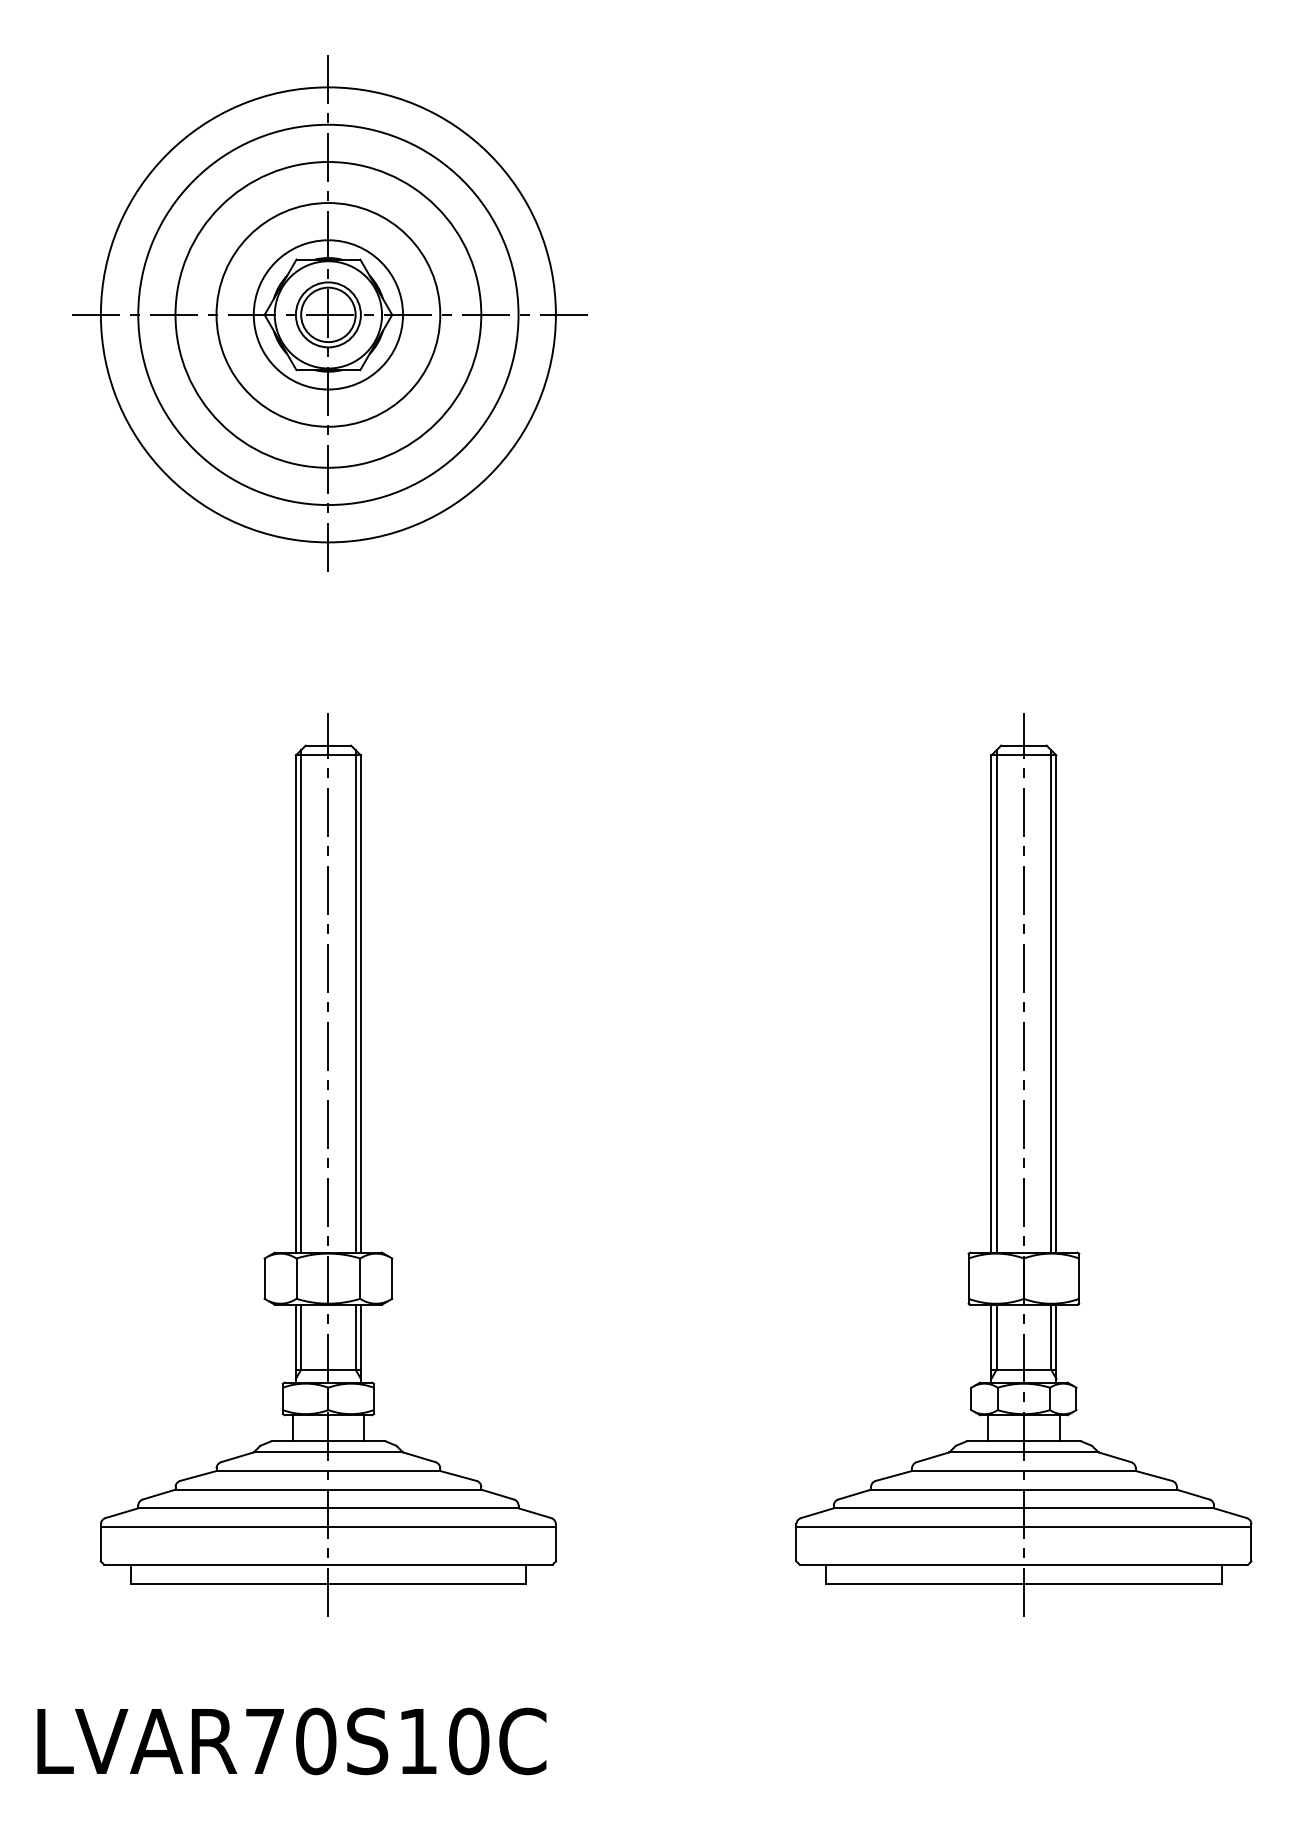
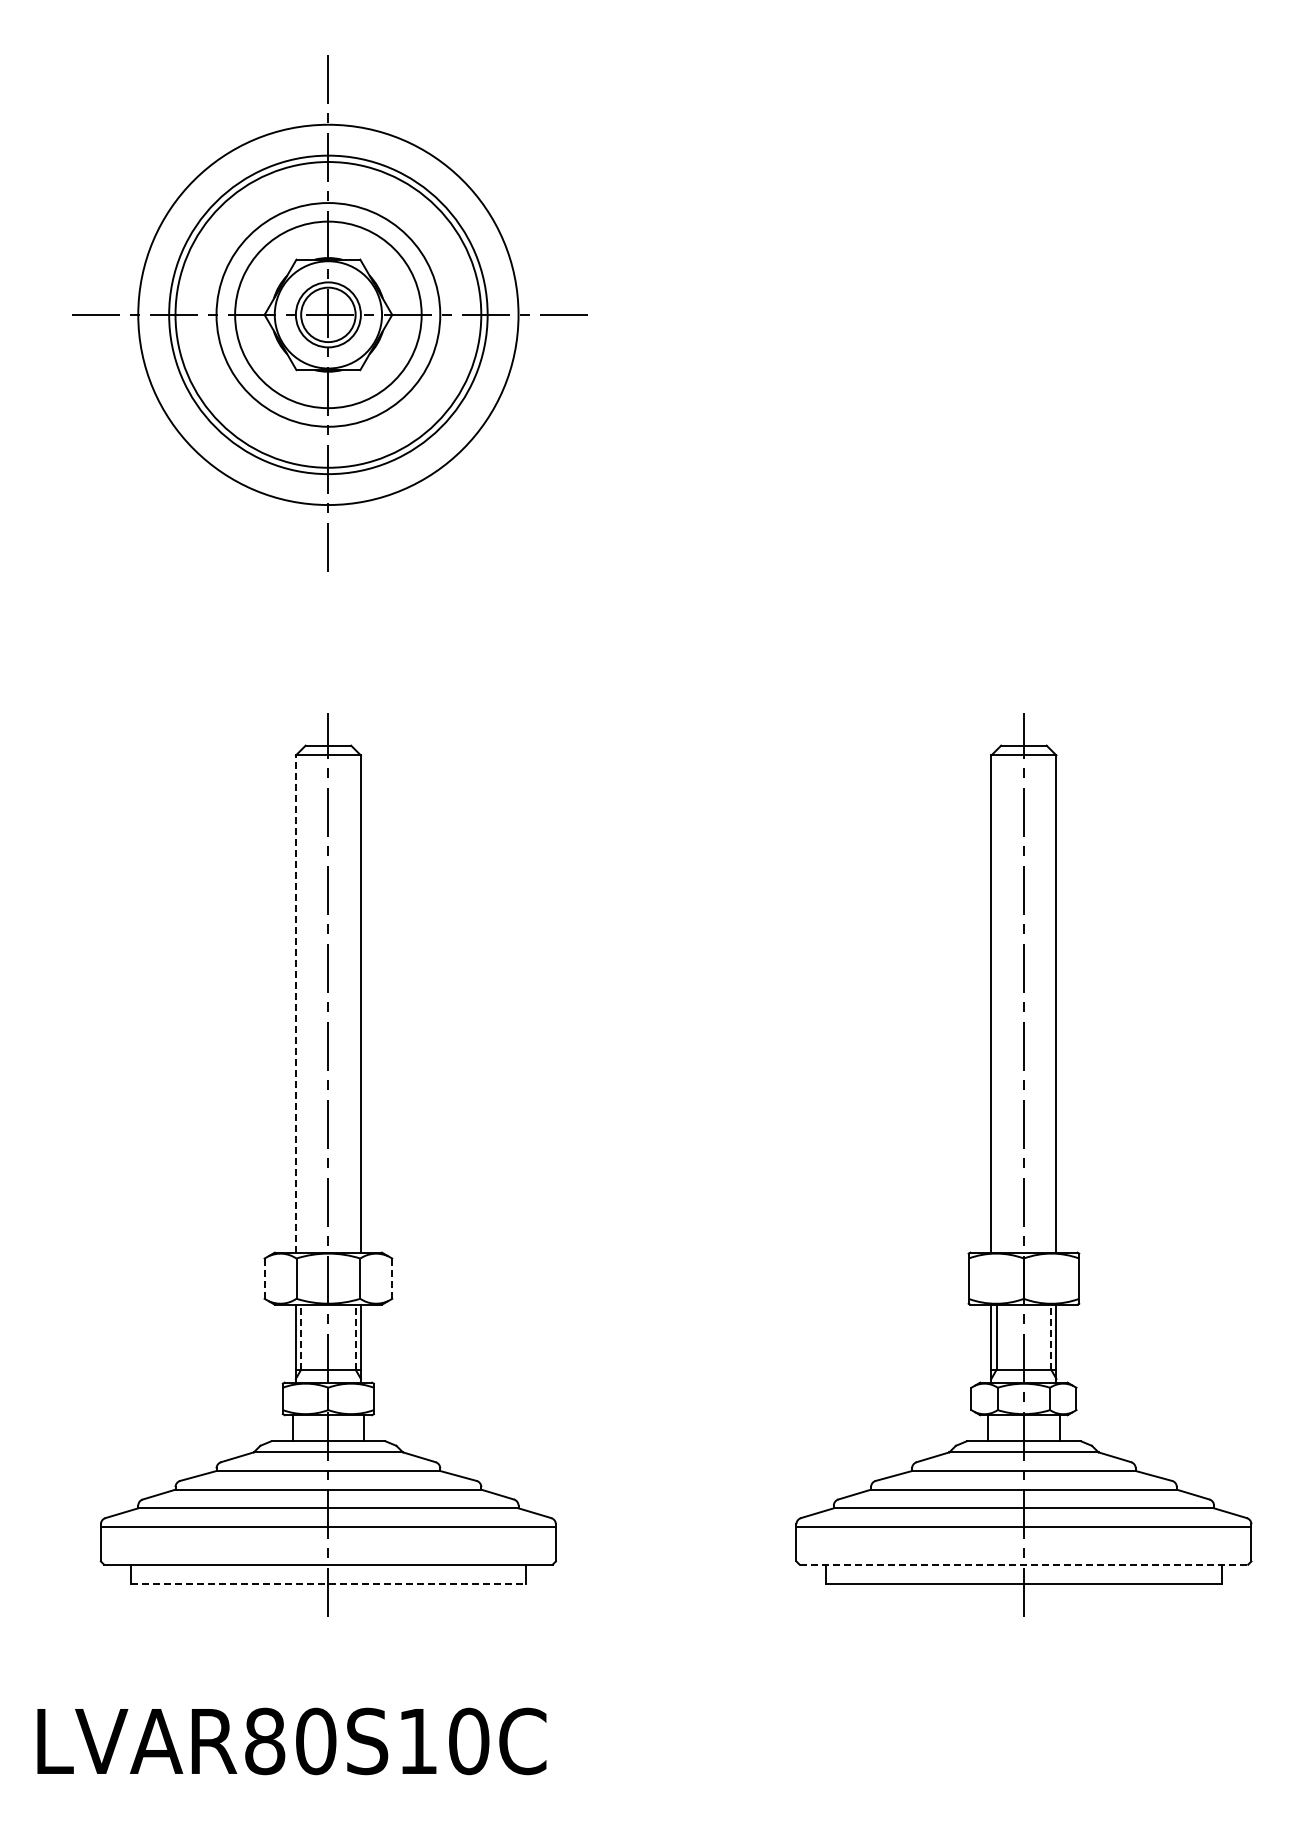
circle at (327, 314) diameter: 455 px -> 319 px
circle at (328, 314) diameter: 149 px -> 187 px
line at (301, 1001): present -> none
line at (355, 1001): present -> none
line at (996, 1001): present -> none
line at (1051, 1001): present -> none
line at (295, 1004): solid -> dashed
line at (264, 1279): solid -> dashed
line at (392, 1279): solid -> dashed
line at (301, 1337): solid -> dashed
line at (355, 1337): solid -> dashed
line at (1051, 1337): solid -> dashed
line at (1024, 1564): solid -> dashed
line at (328, 1584): solid -> dashed
text at (265, 1741): LVAR70S10C -> LVAR80S10C
